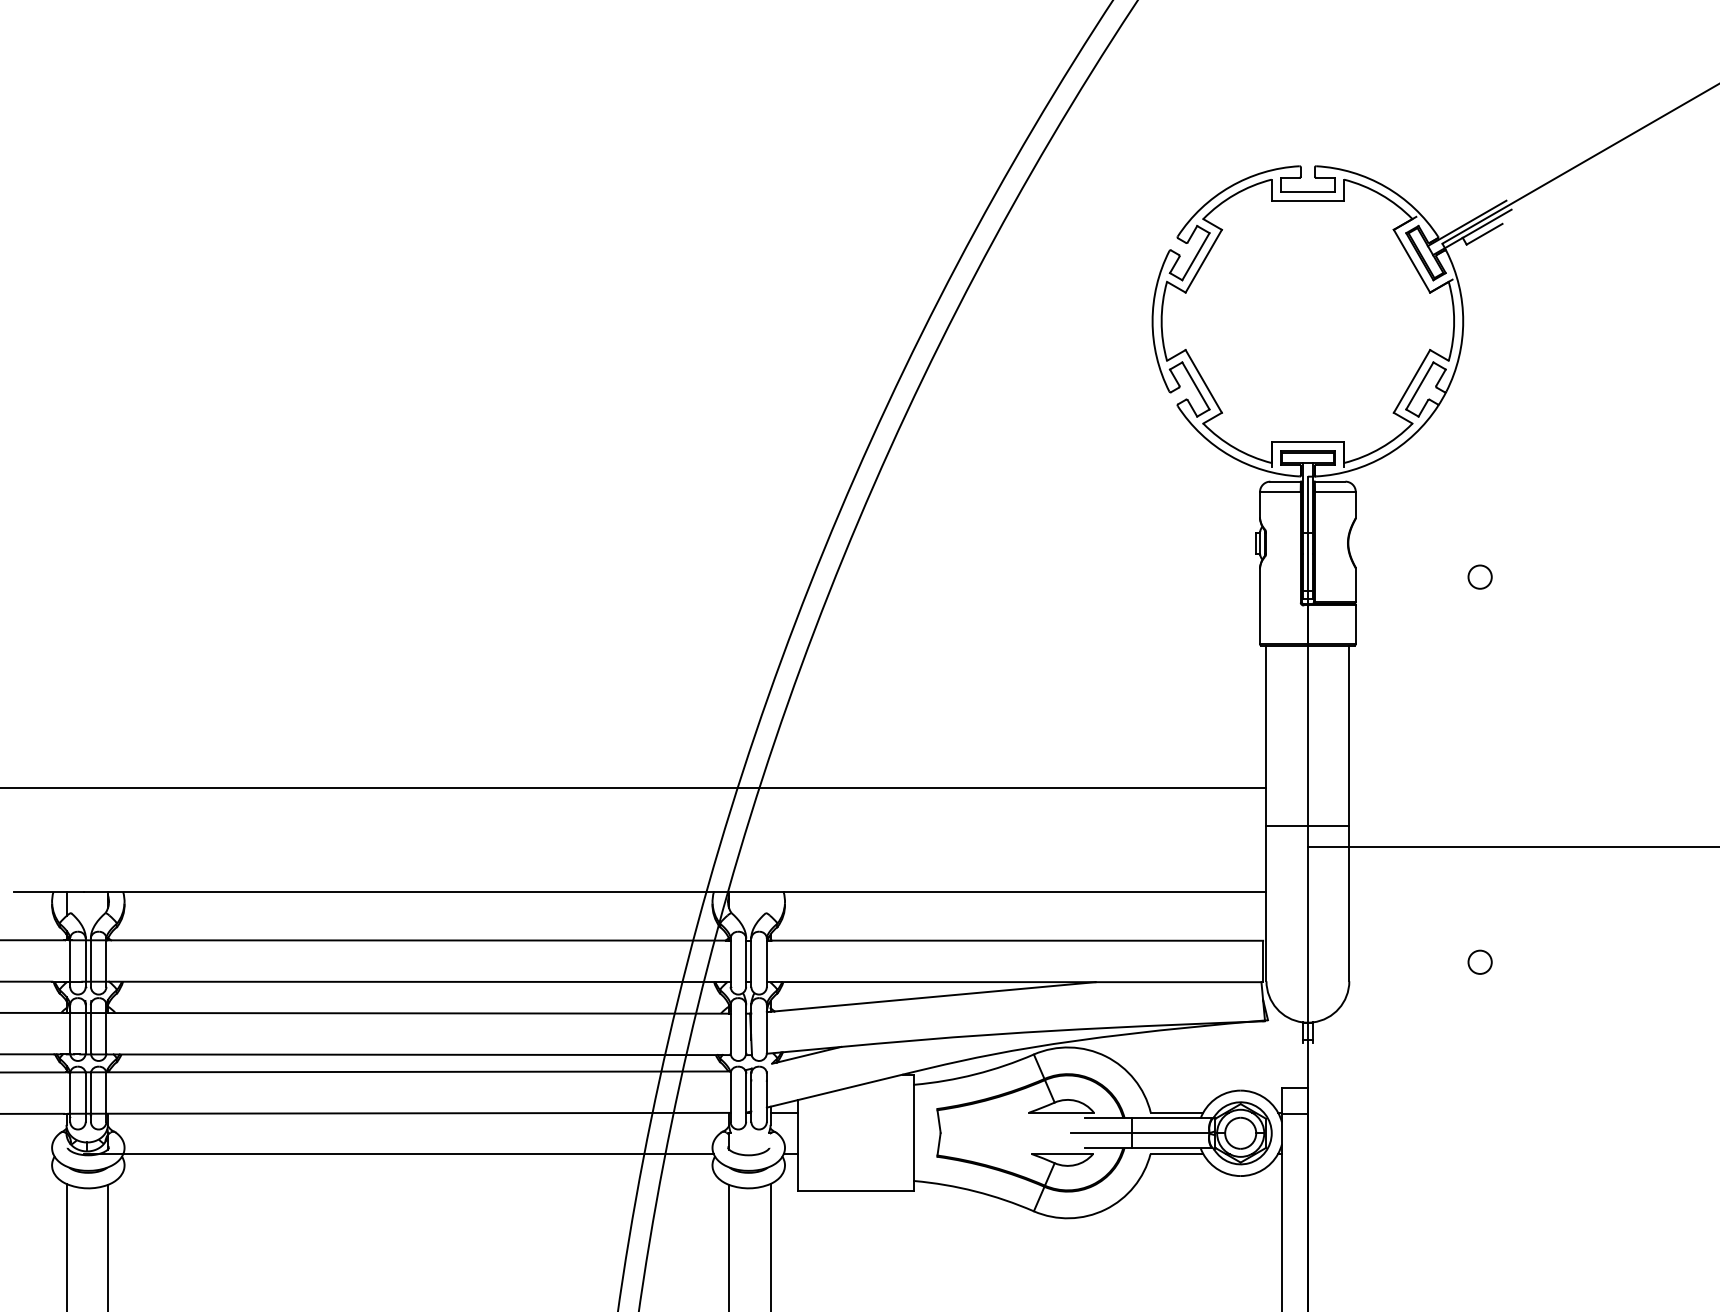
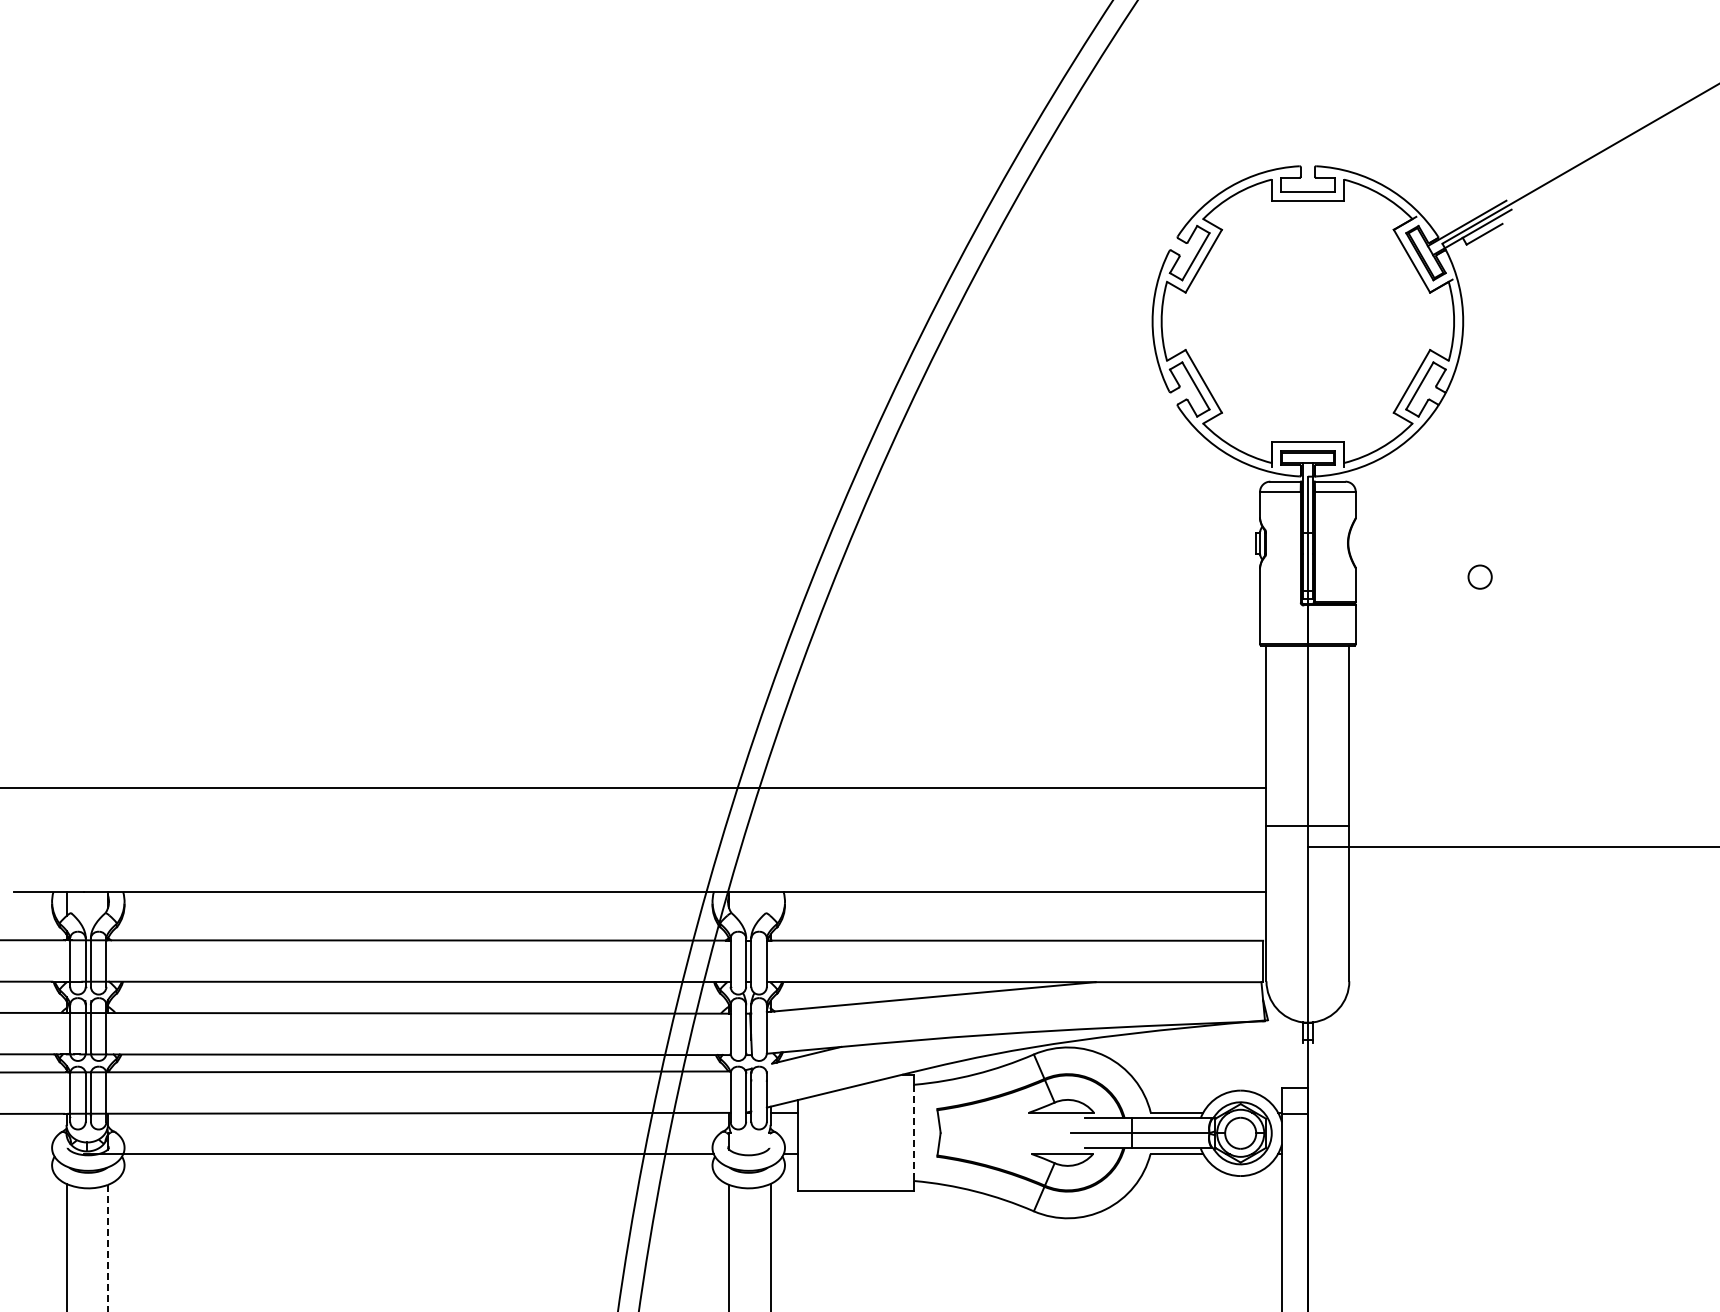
circle at (1479, 961): present -> none
line at (914, 1133): solid -> dashed
line at (107, 1248): solid -> dashed
